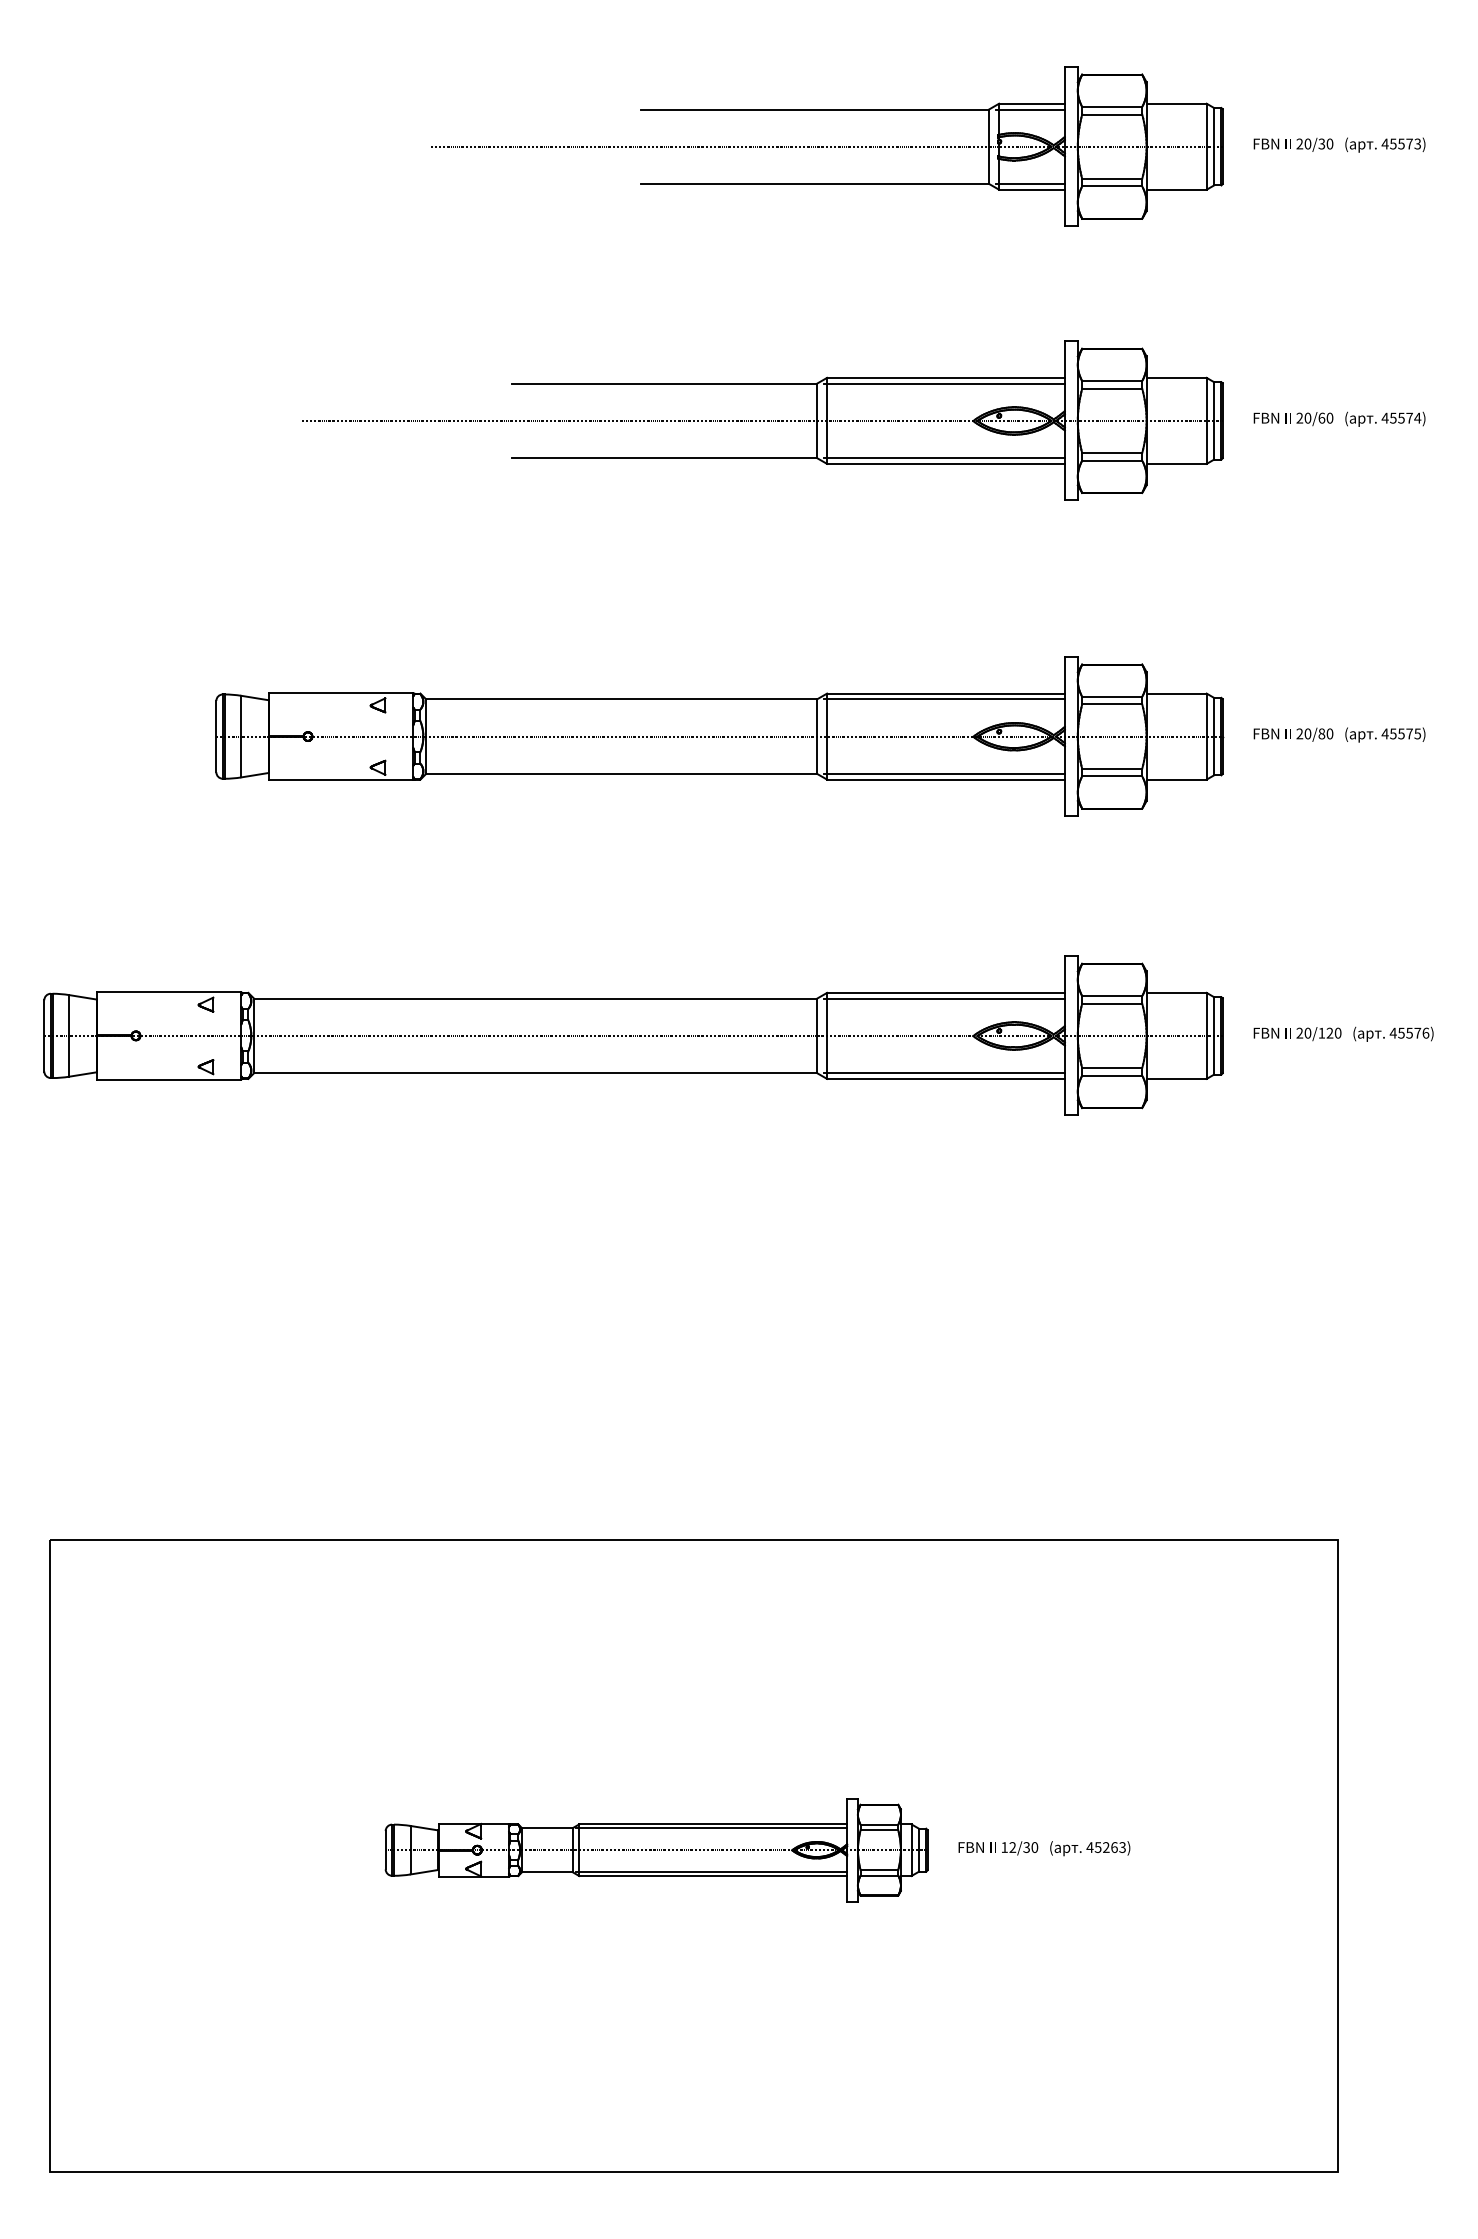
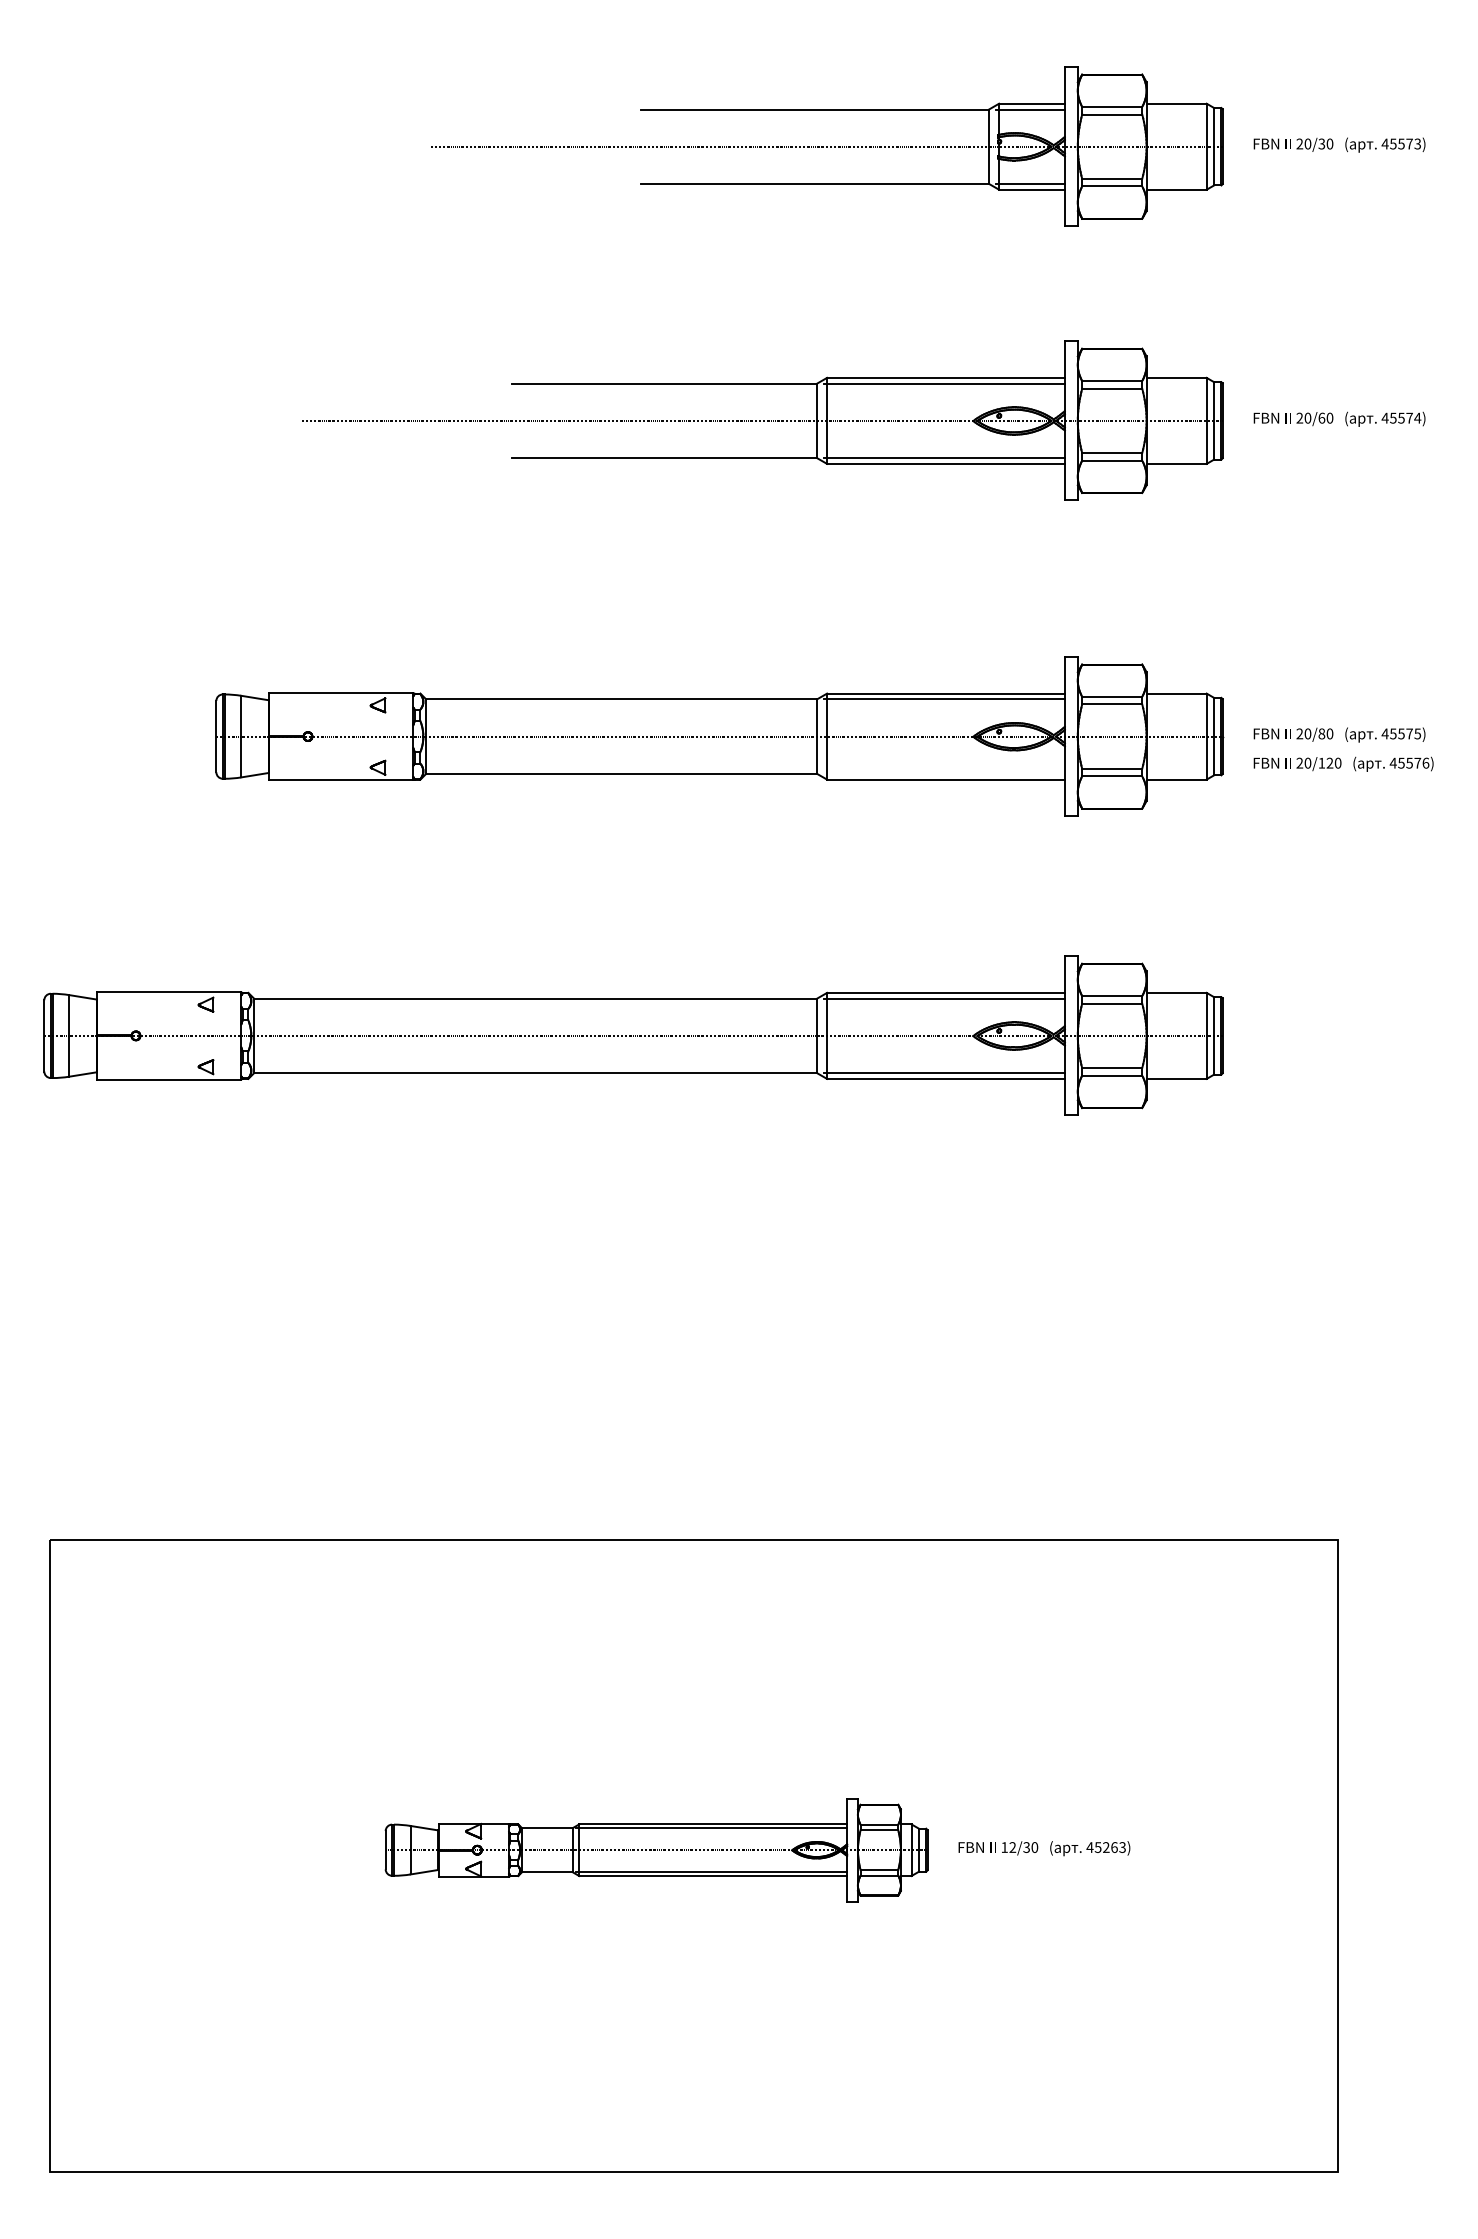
line at (943, 773): present -> none
text at (1343, 1033) position: (1343, 1033) -> (1343, 763)
